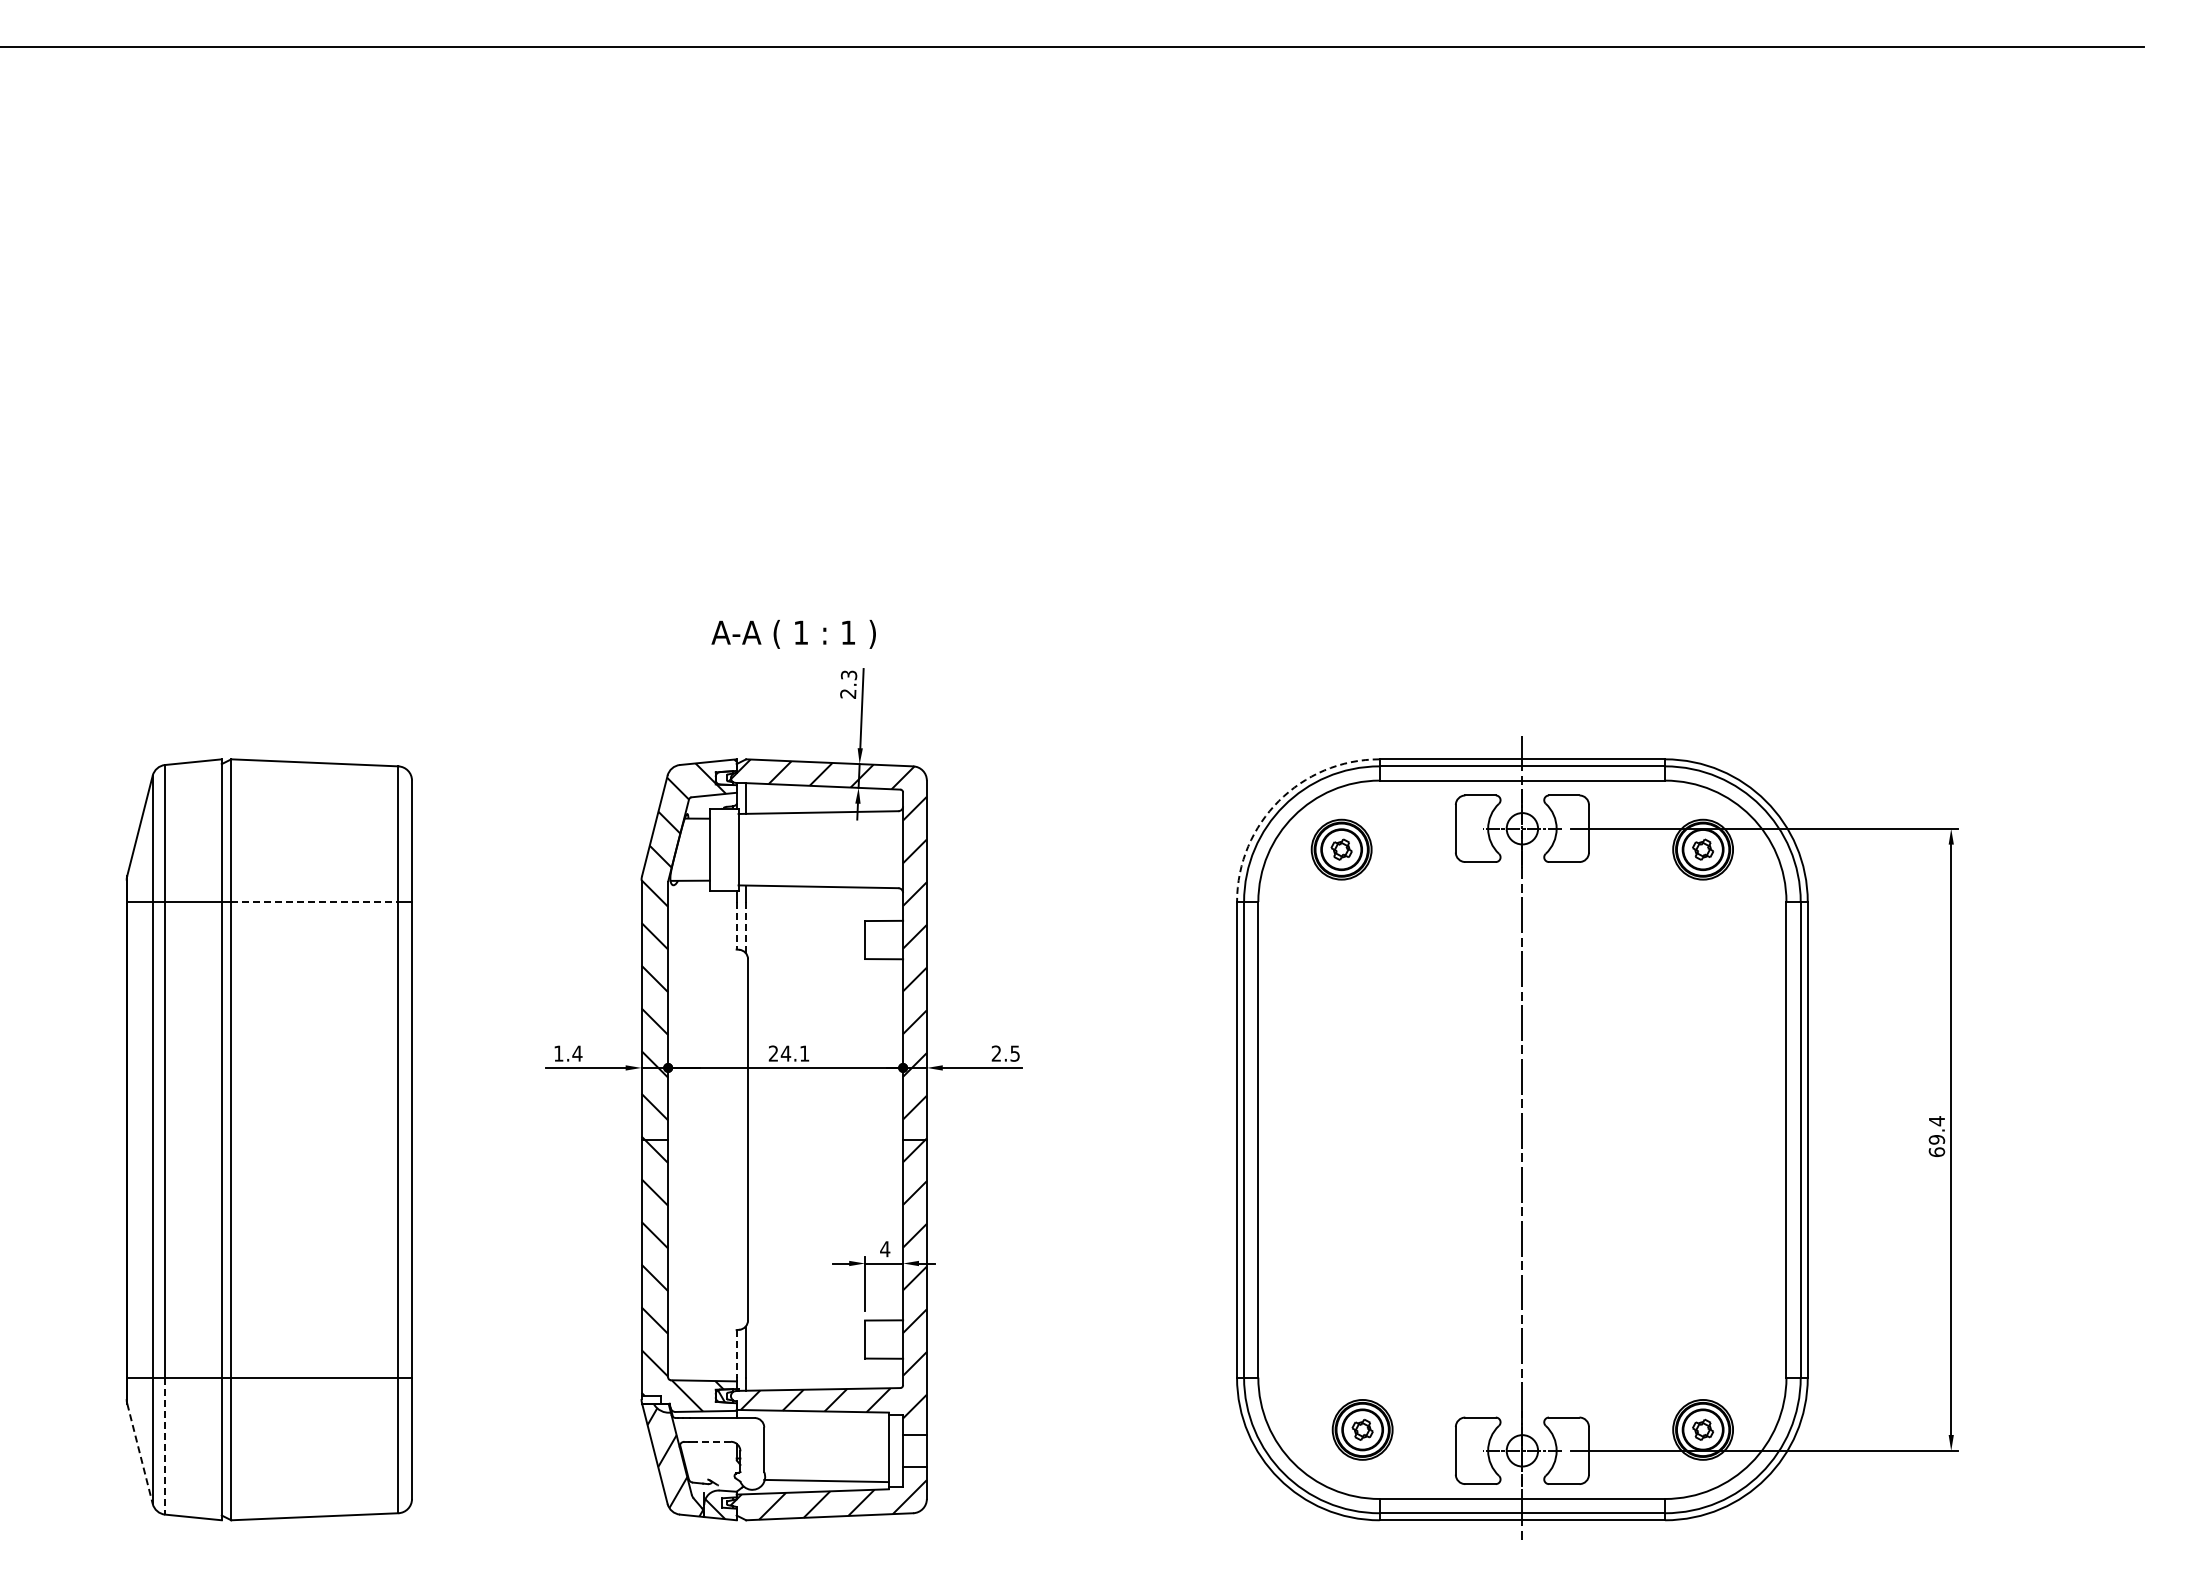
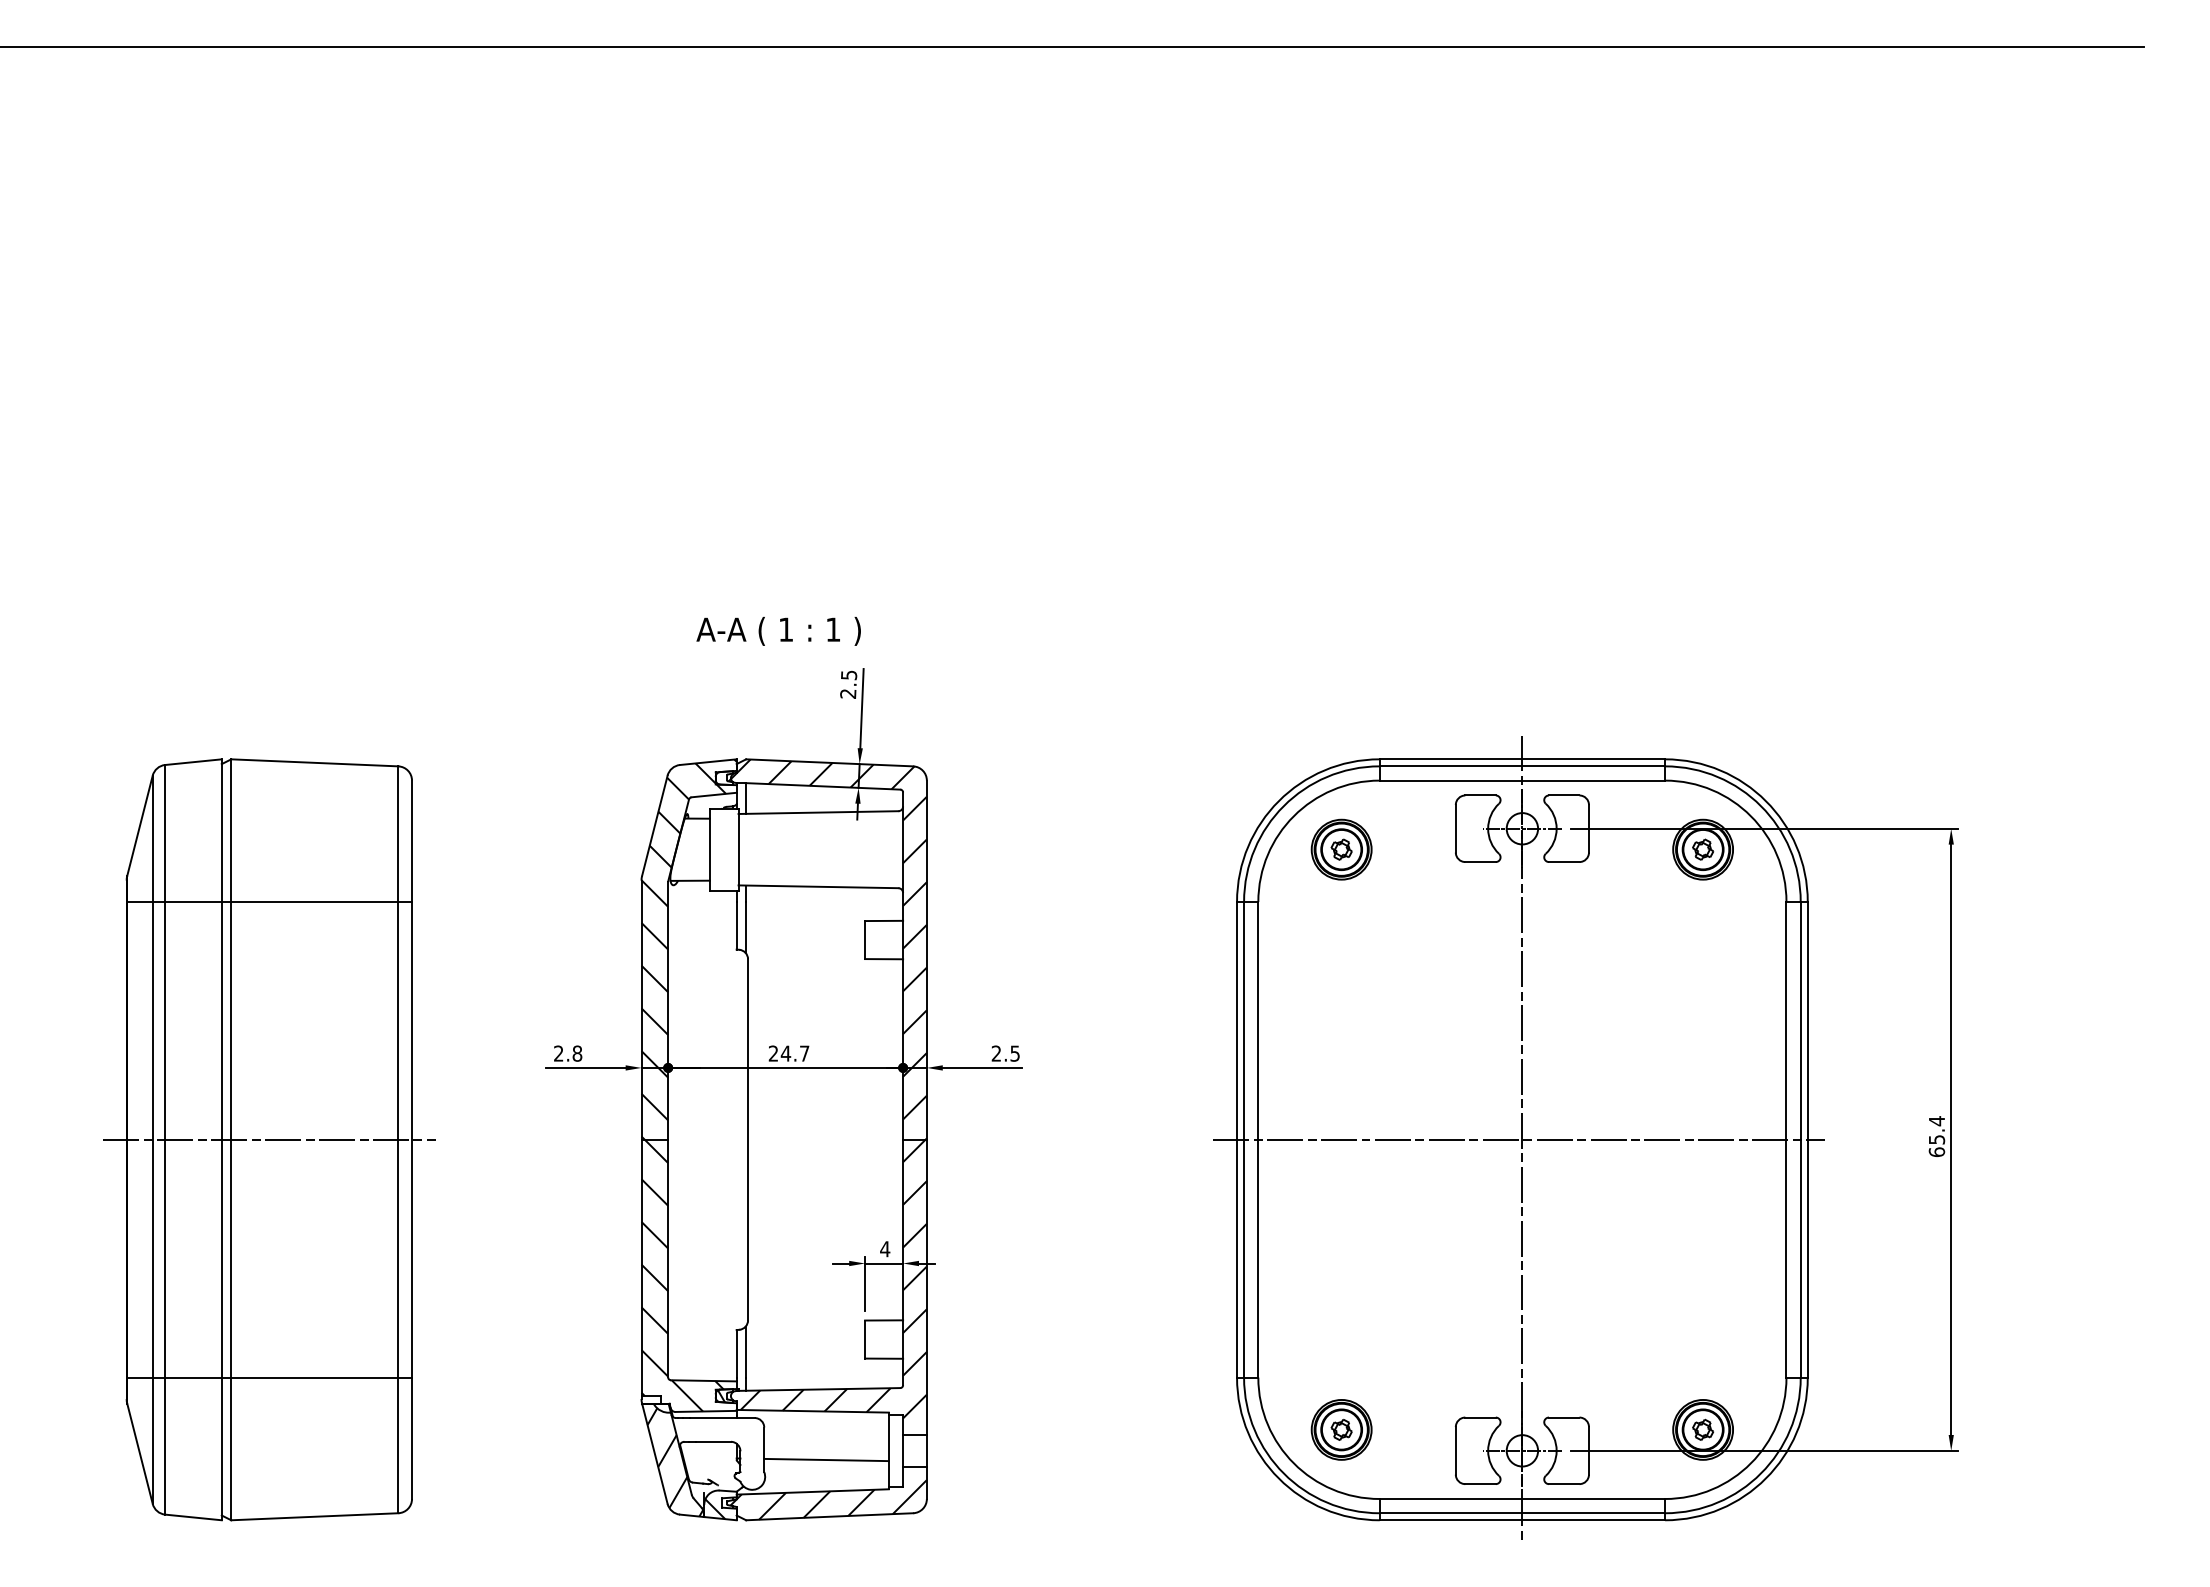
text at (793, 634) position: (793, 634) -> (778, 631)
text at (848, 674): 2.3 -> 2.5
arc at (1278, 801): dashed -> solid
line at (314, 902): dashed -> solid
line at (736, 925): dashed -> solid
line at (745, 927): dashed -> solid
text at (568, 1053): 1.4 -> 2.8
text at (804, 1053): 24.1 -> 24.7
line at (269, 1139): none -> present
line at (1518, 1139): none -> present
text at (1936, 1139): 69.4 -> 65.4
line at (736, 1353): dashed -> solid
part at (1362, 1429) position: (1362, 1429) -> (1341, 1429)
line at (713, 1441): dashed -> solid
line at (165, 1446): dashed -> solid
line at (140, 1453): dashed -> solid
line at (826, 1480) position: (826, 1480) -> (826, 1459)
